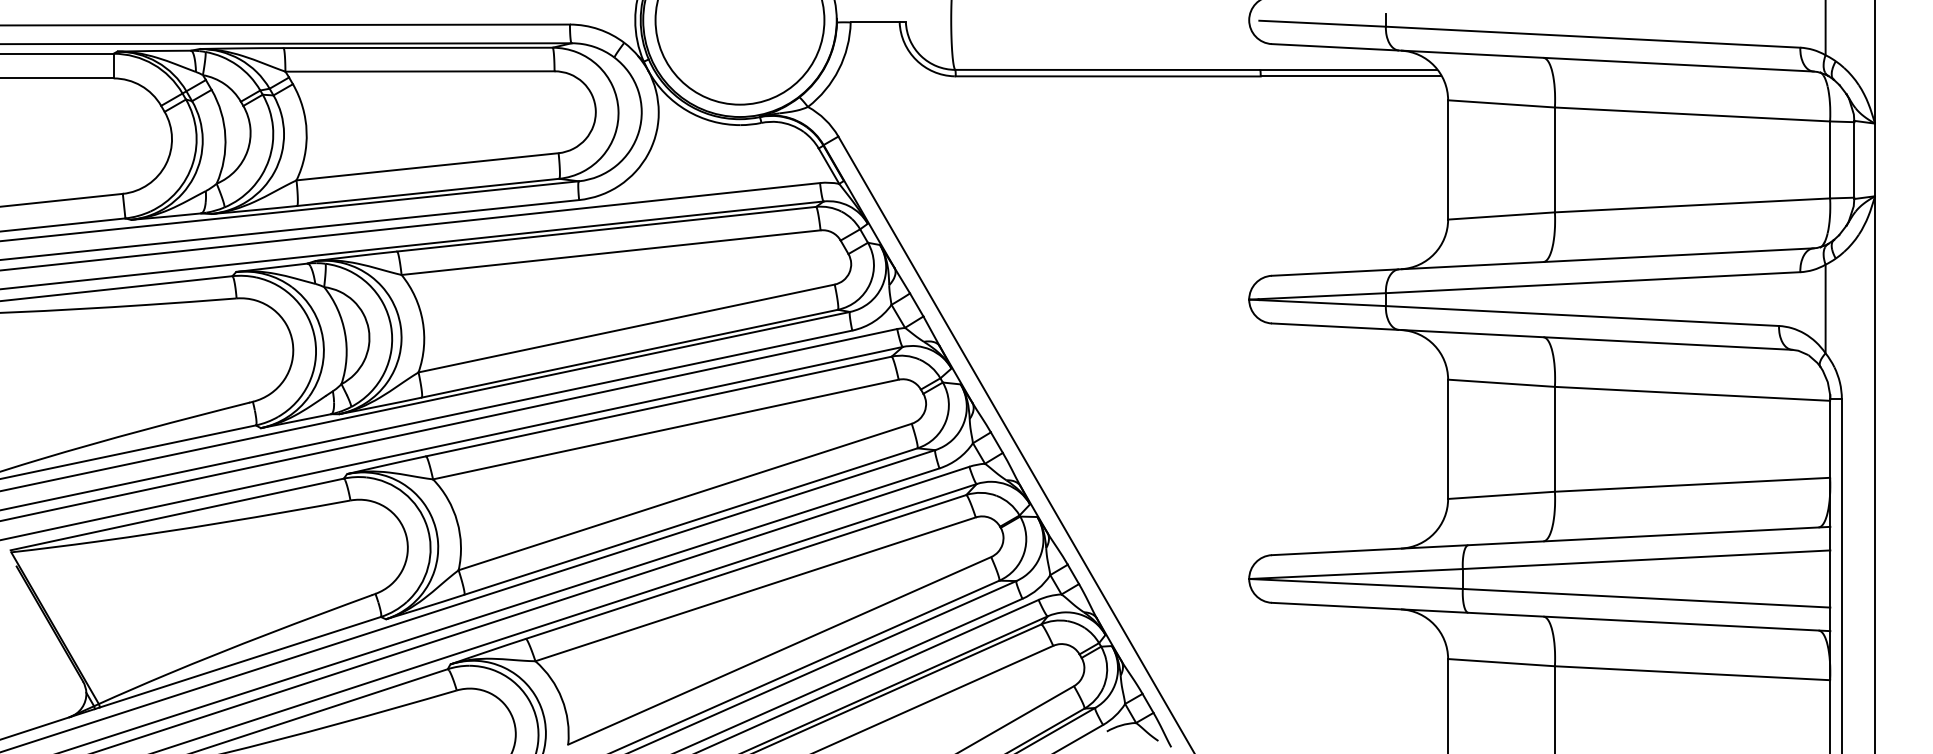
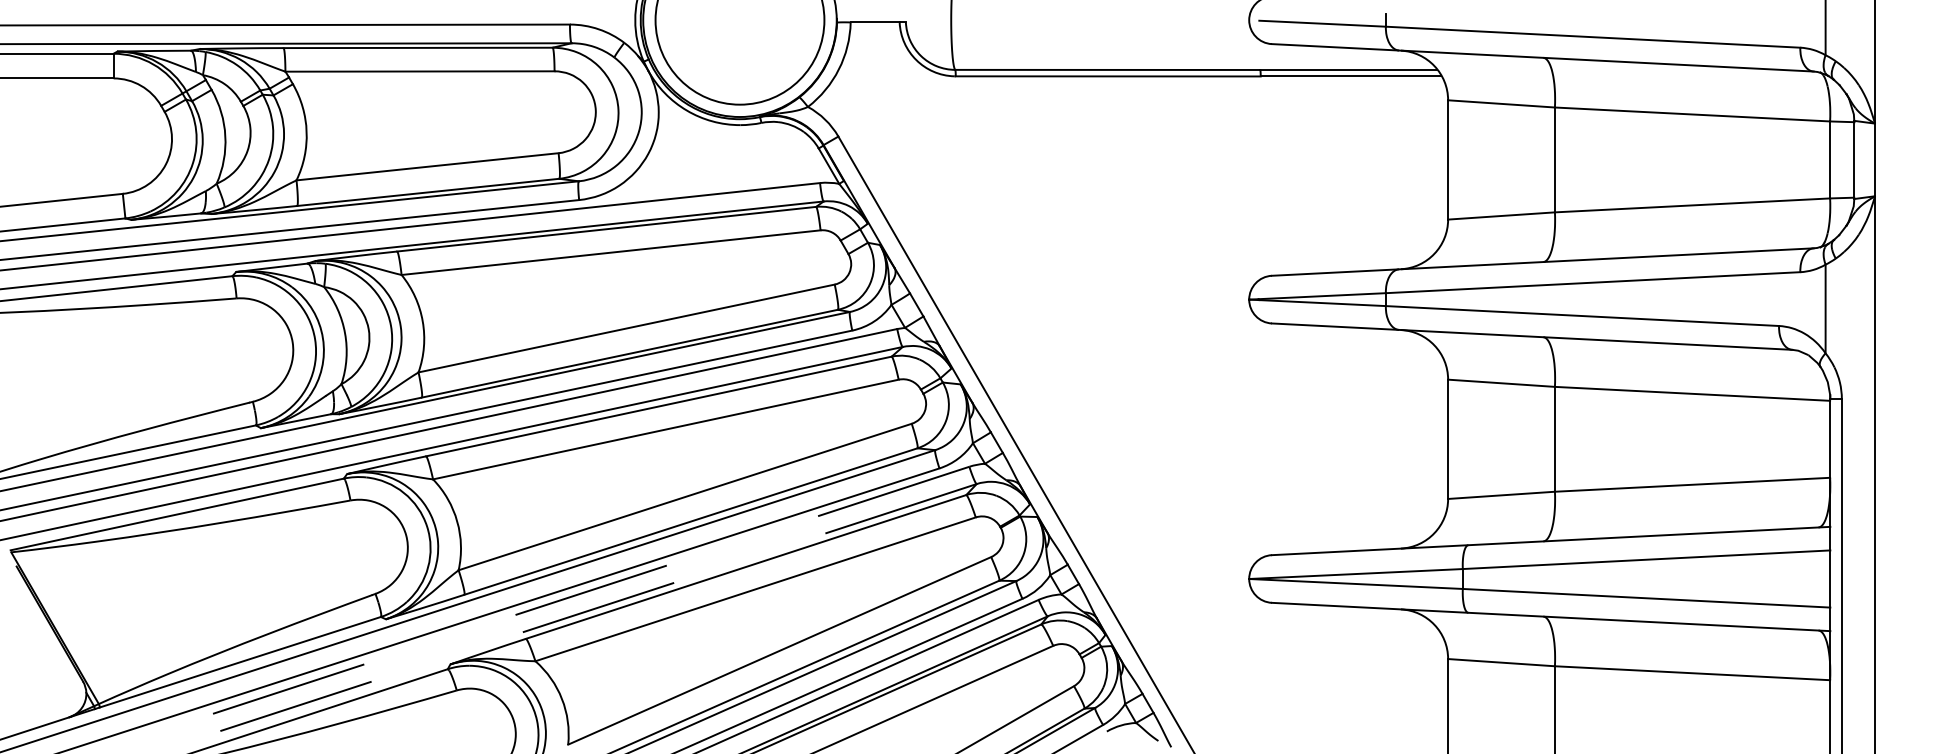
line at (529, 610): solid -> dashed
line at (563, 619): solid -> dashed
